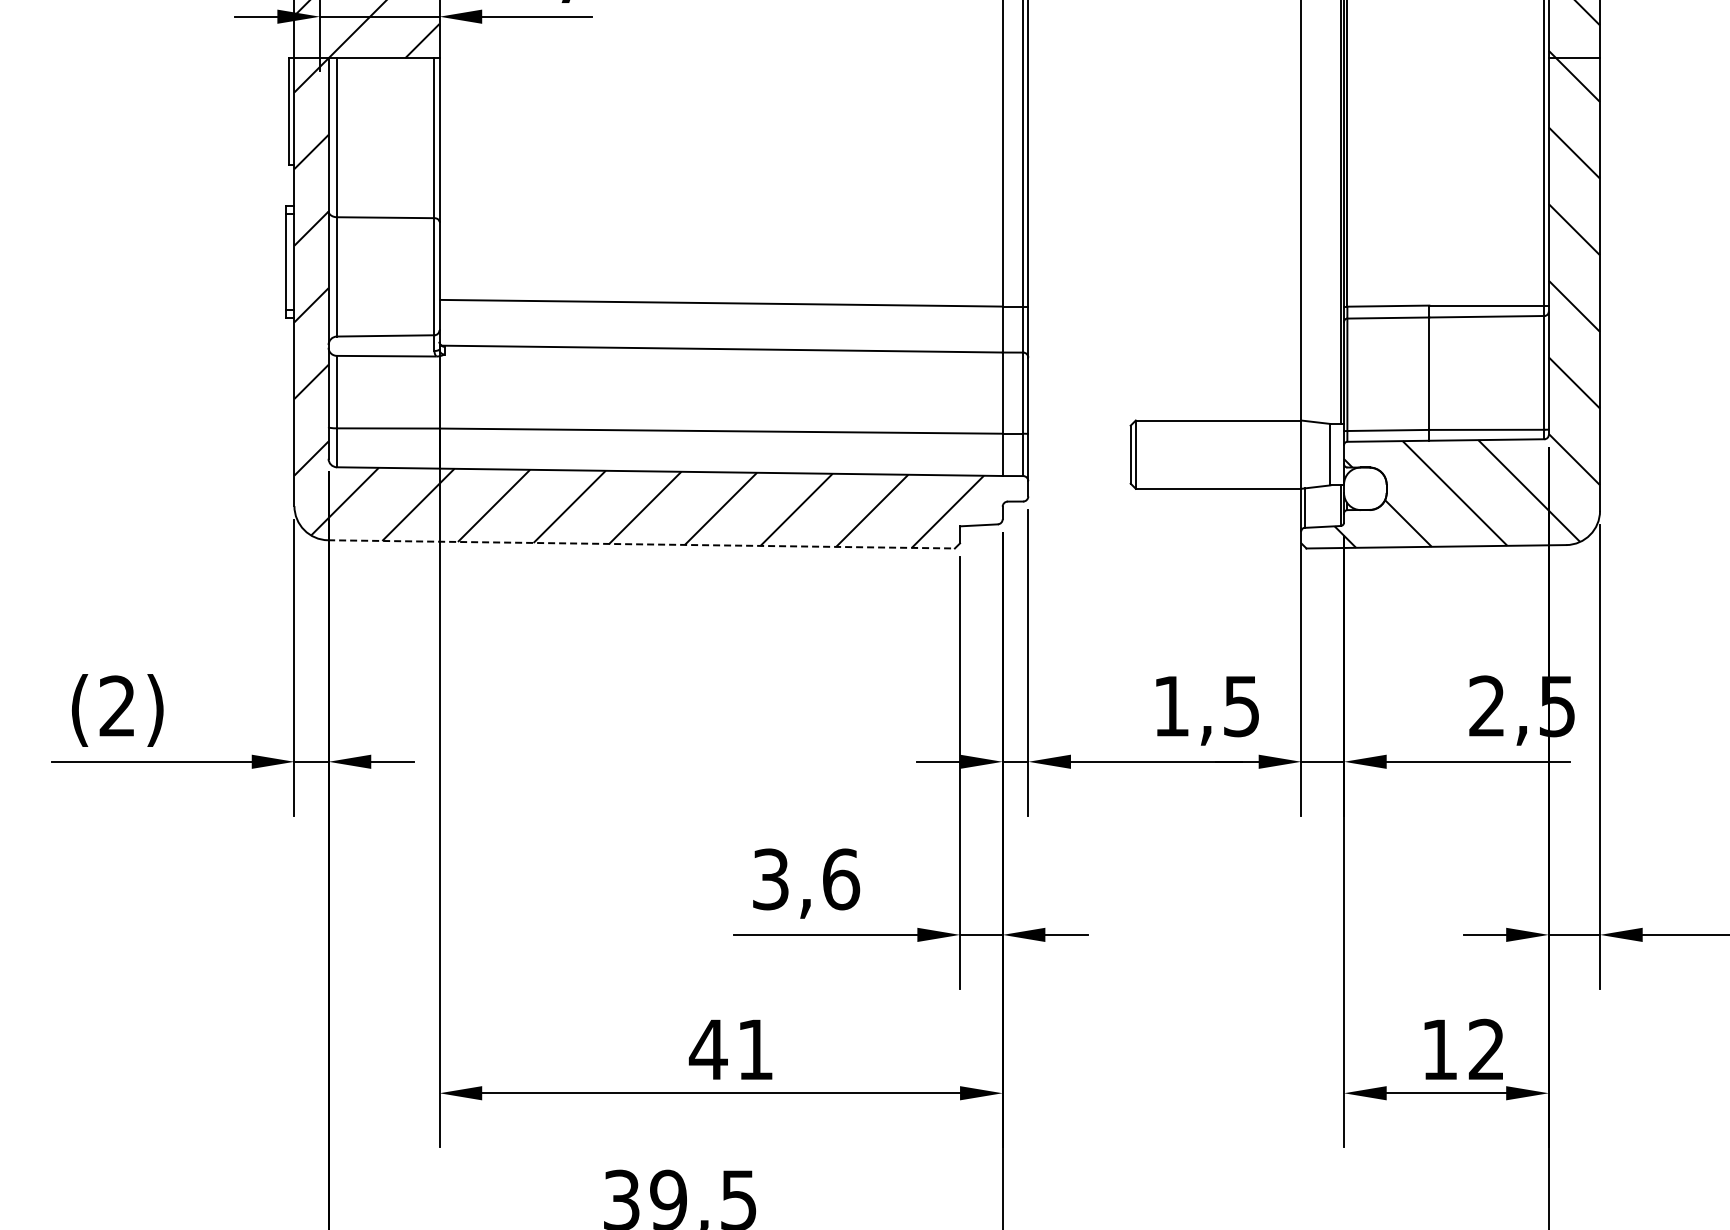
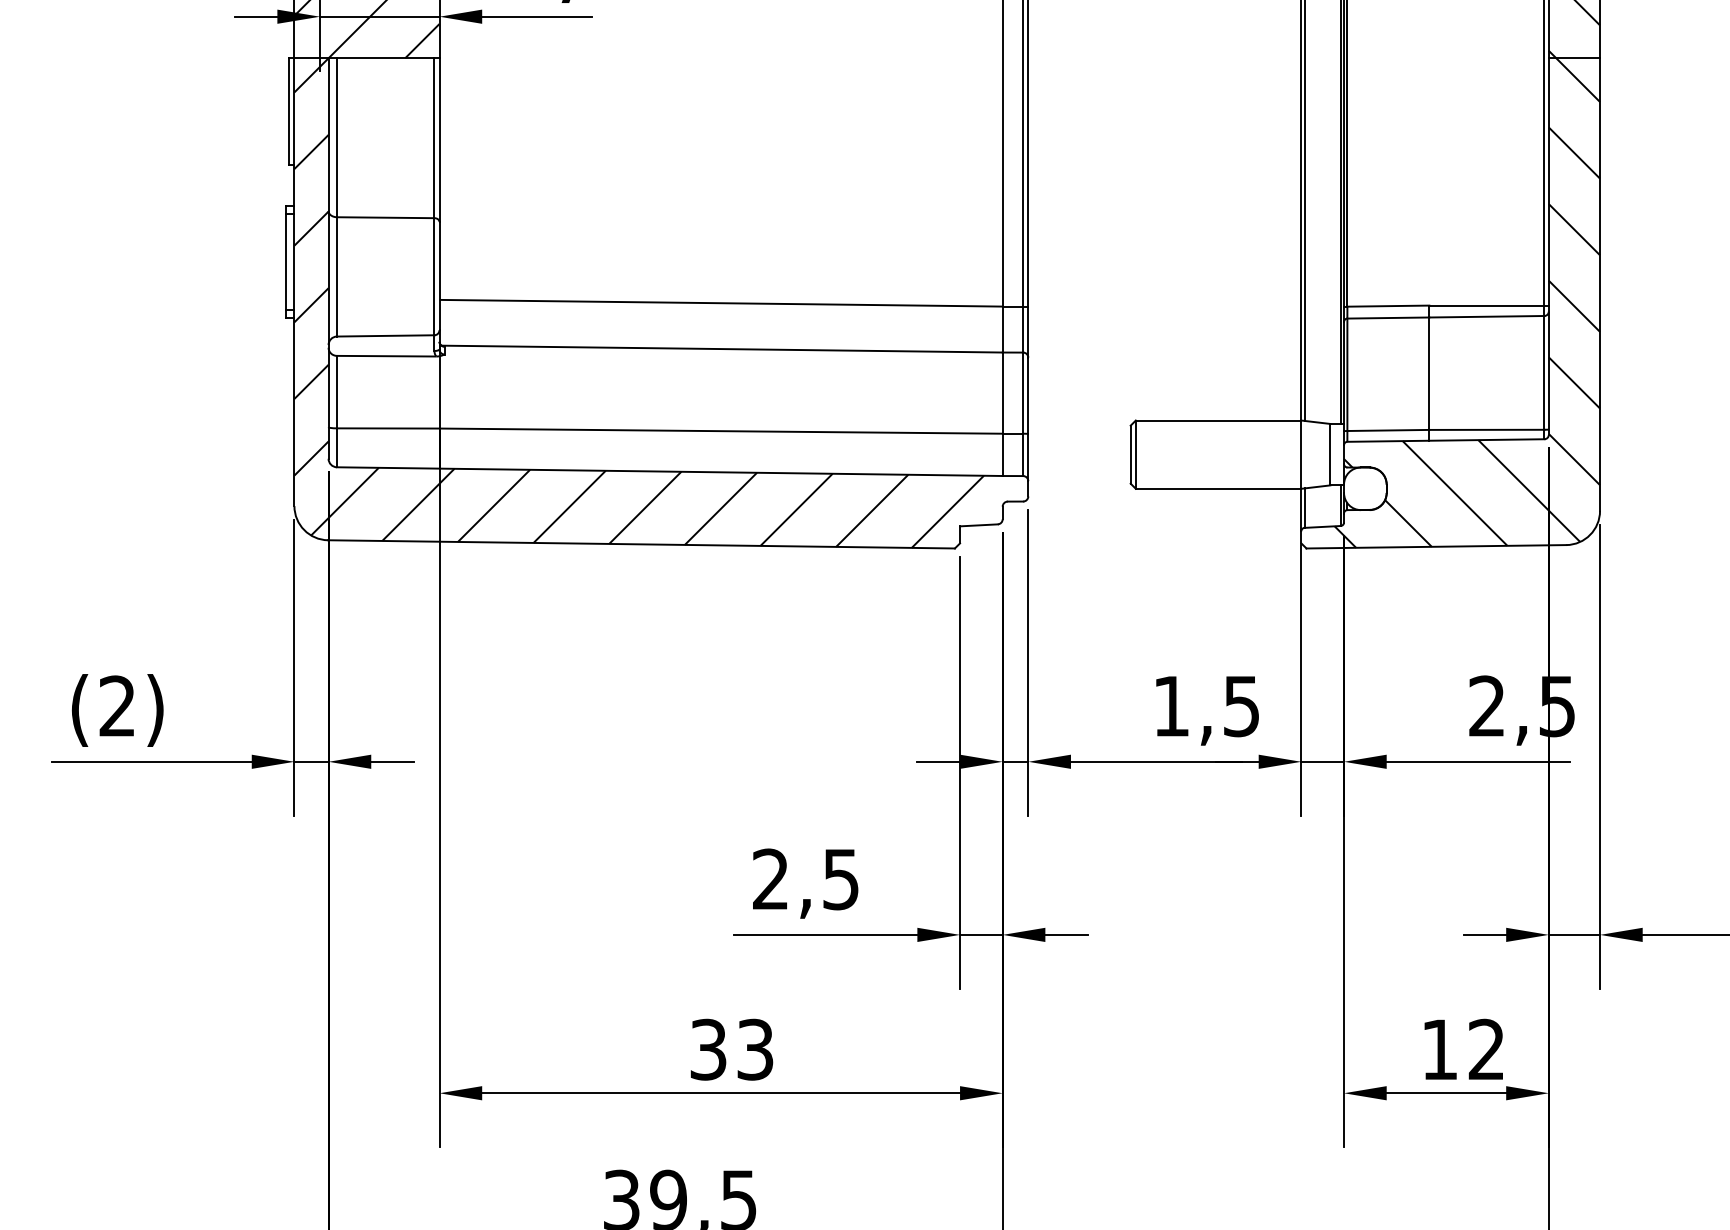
line at (1304, 211): none -> present
line at (642, 544): dashed -> solid
text at (806, 879): 3,6 -> 2,5
text at (730, 1049): 41 -> 33
